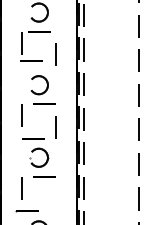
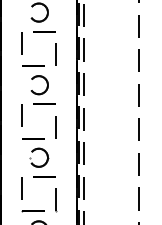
line at (39, 31) position: (39, 31) -> (44, 31)
line at (31, 60) position: (31, 60) -> (33, 65)
line at (56, 200): none -> present
line at (26, 211) position: (26, 211) -> (32, 211)
